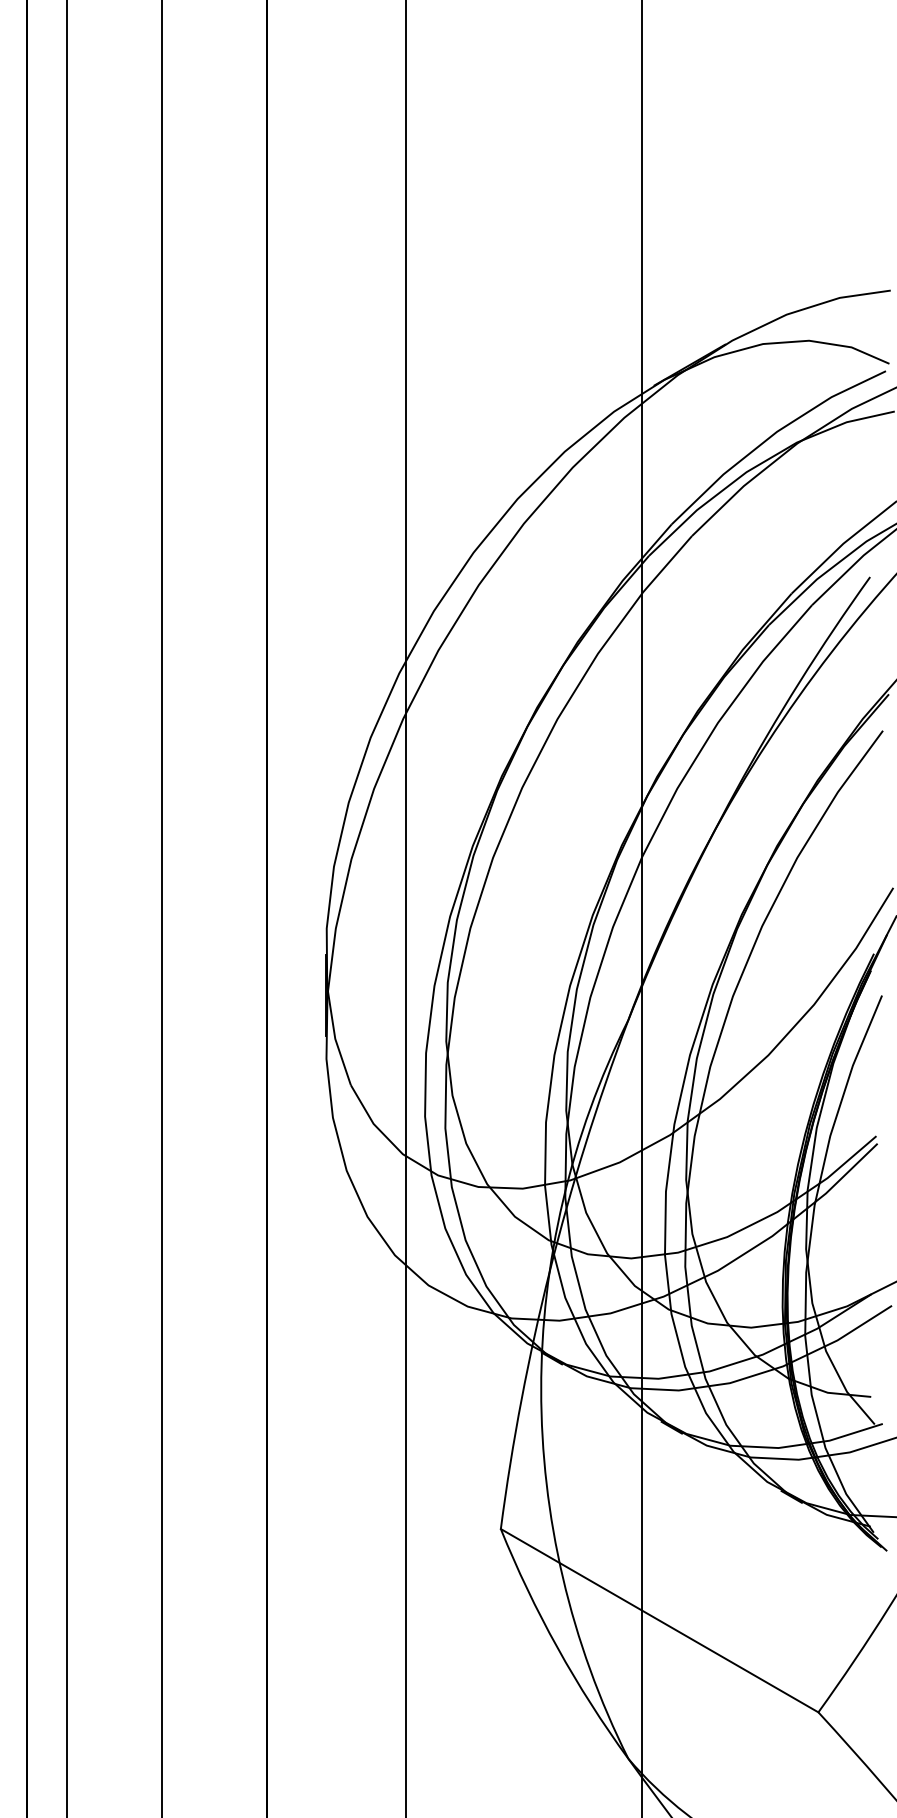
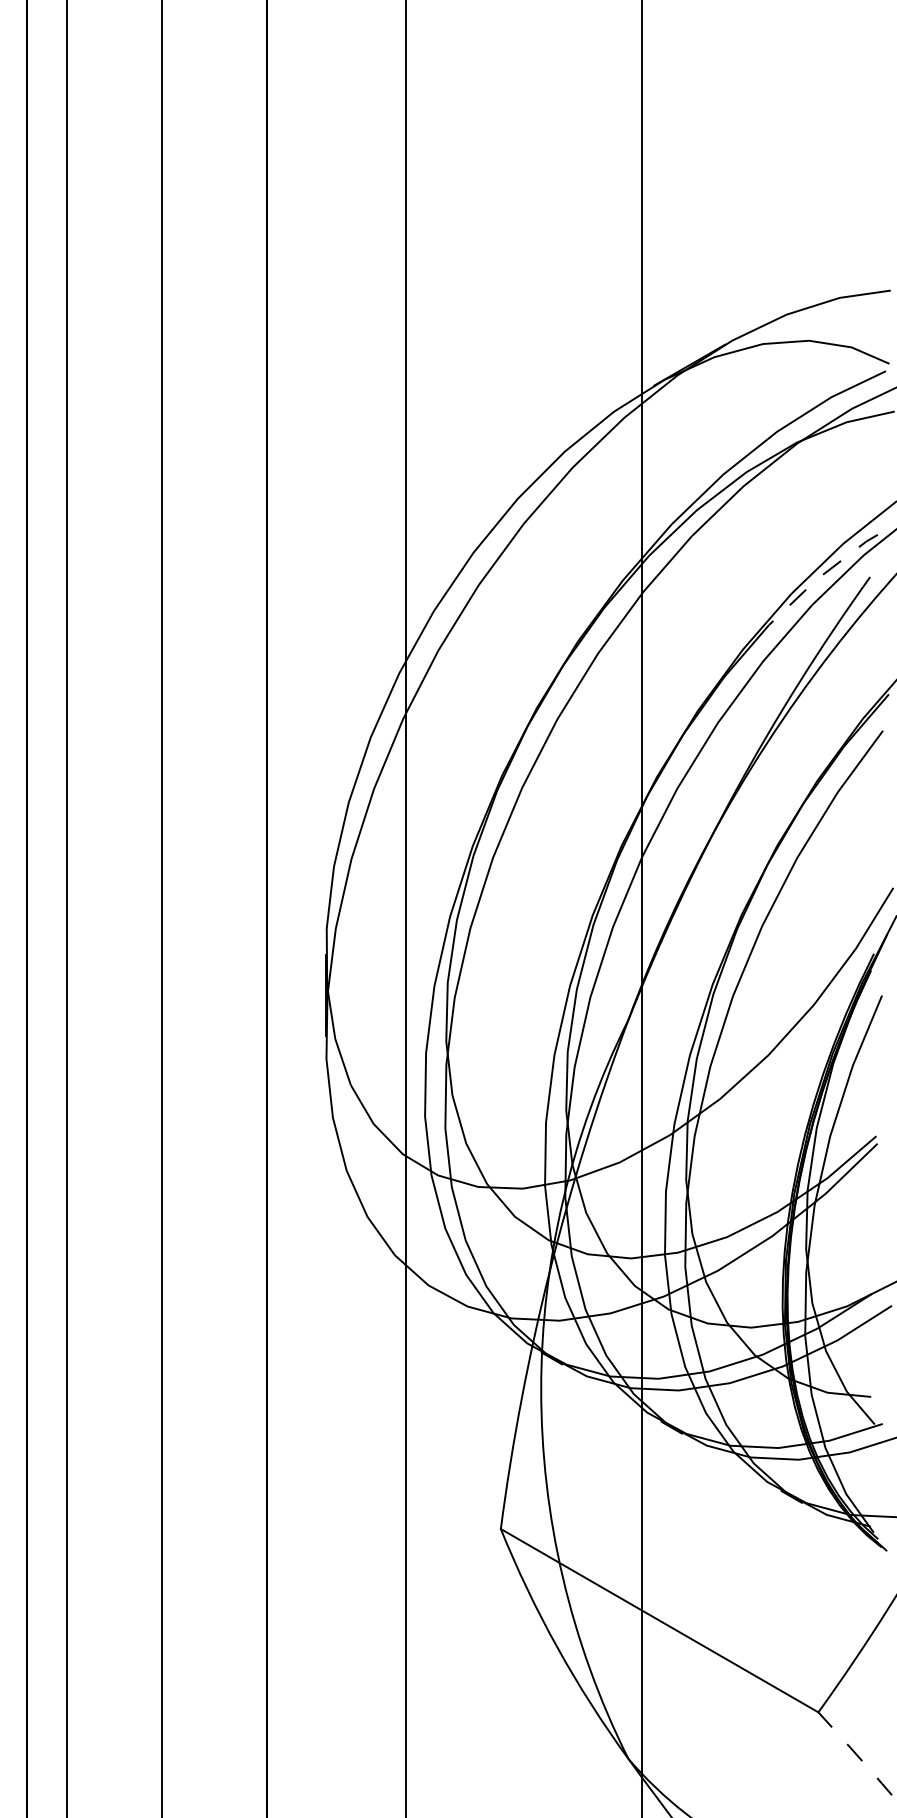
line at (828, 570): solid -> dashed
arc at (857, 1755): solid -> dashed
